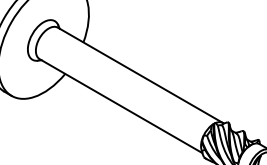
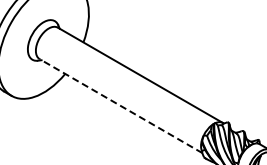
line at (121, 106): solid -> dashed
